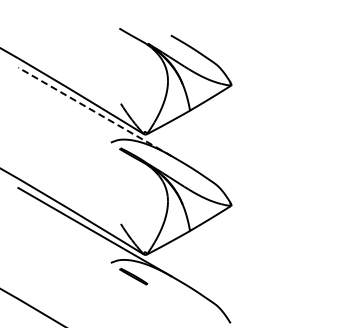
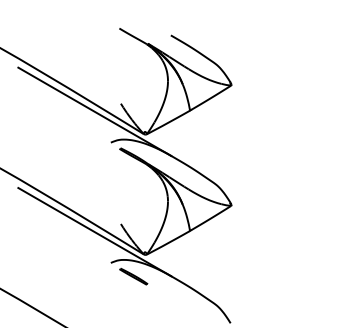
line at (94, 111): dashed -> solid
